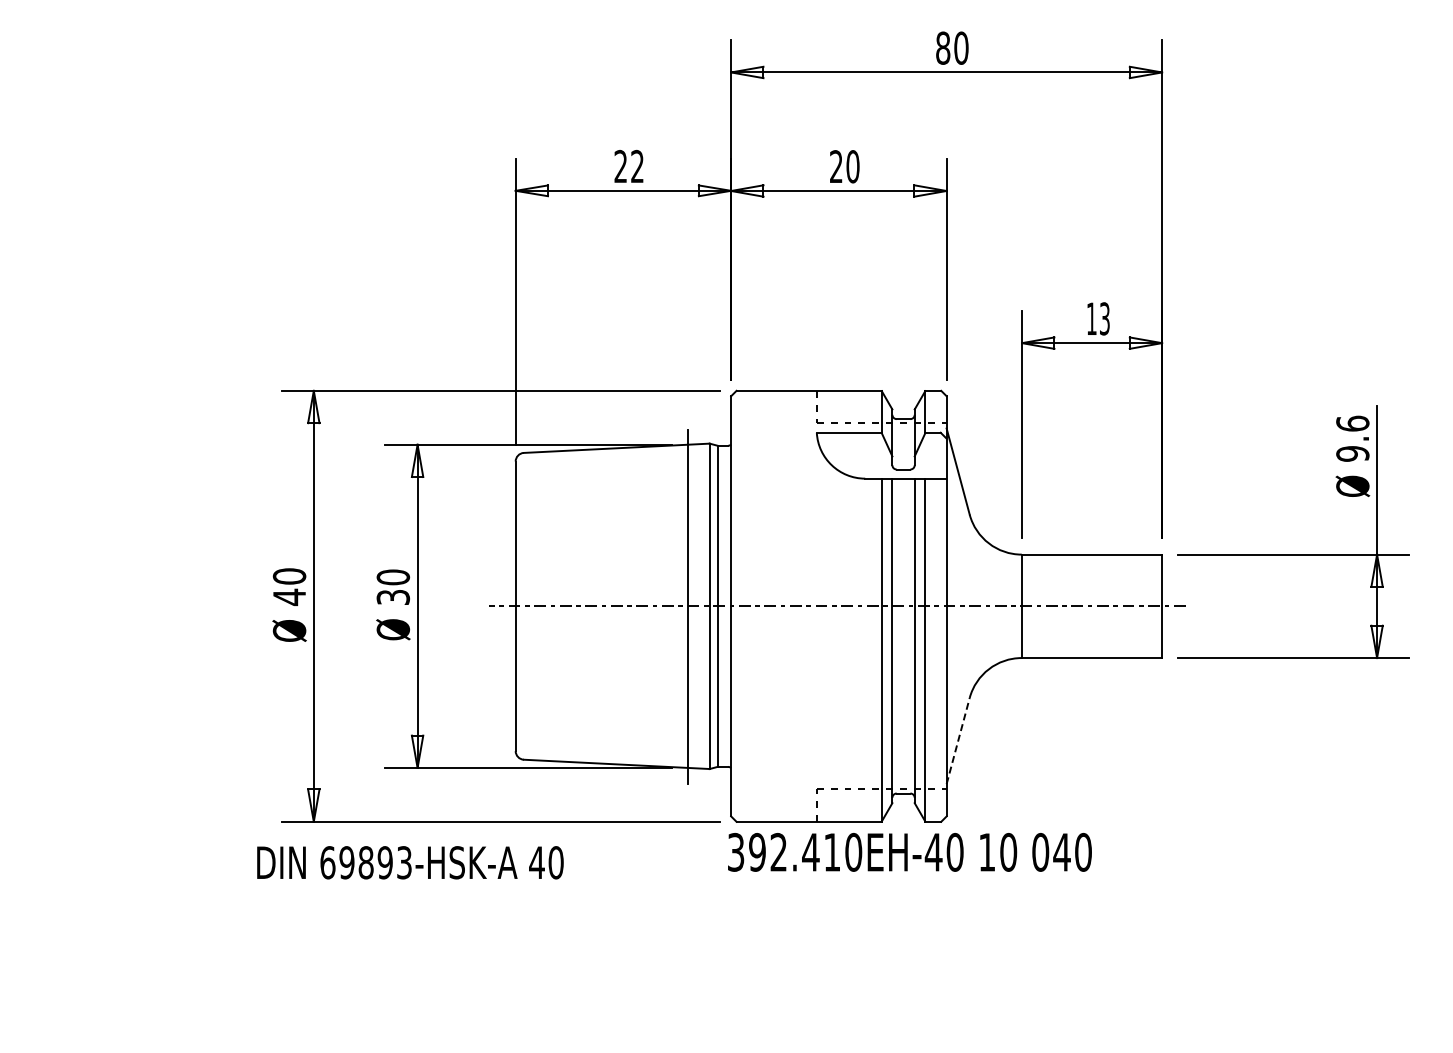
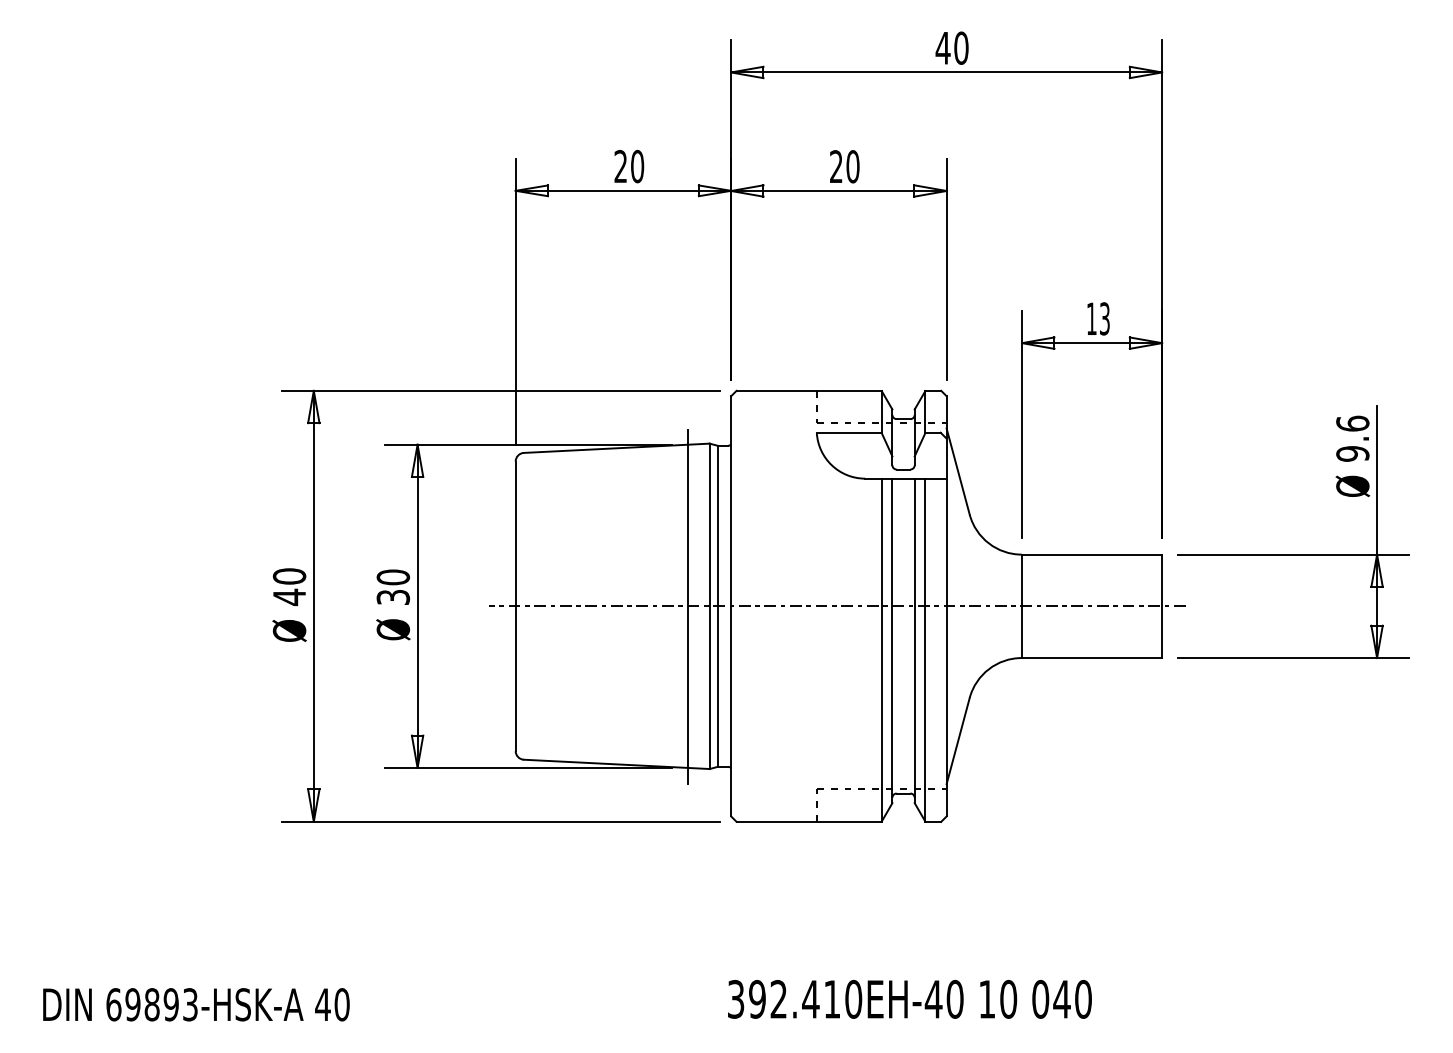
text at (942, 47): 80 -> 40
text at (637, 166): 22 -> 20
line at (958, 741): dashed -> solid
text at (909, 852) position: (909, 852) -> (909, 999)
text at (410, 862) position: (410, 862) -> (196, 1004)
